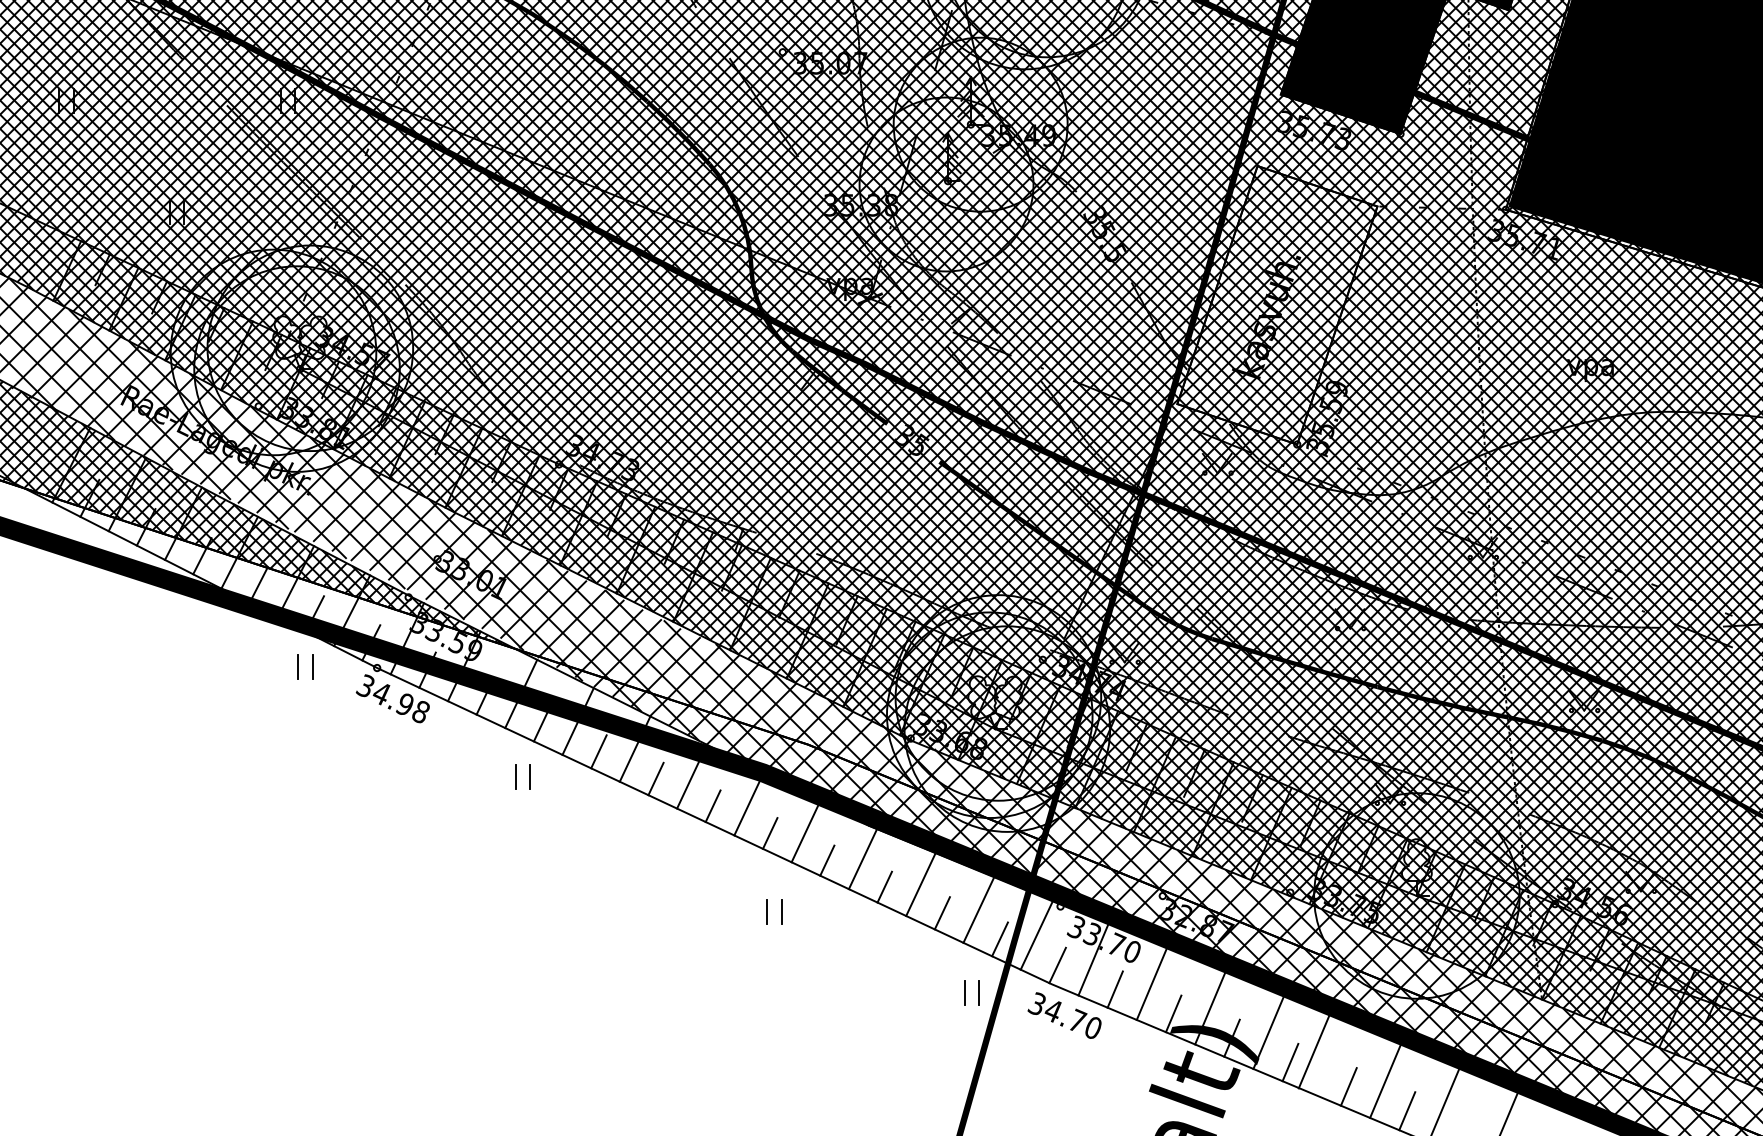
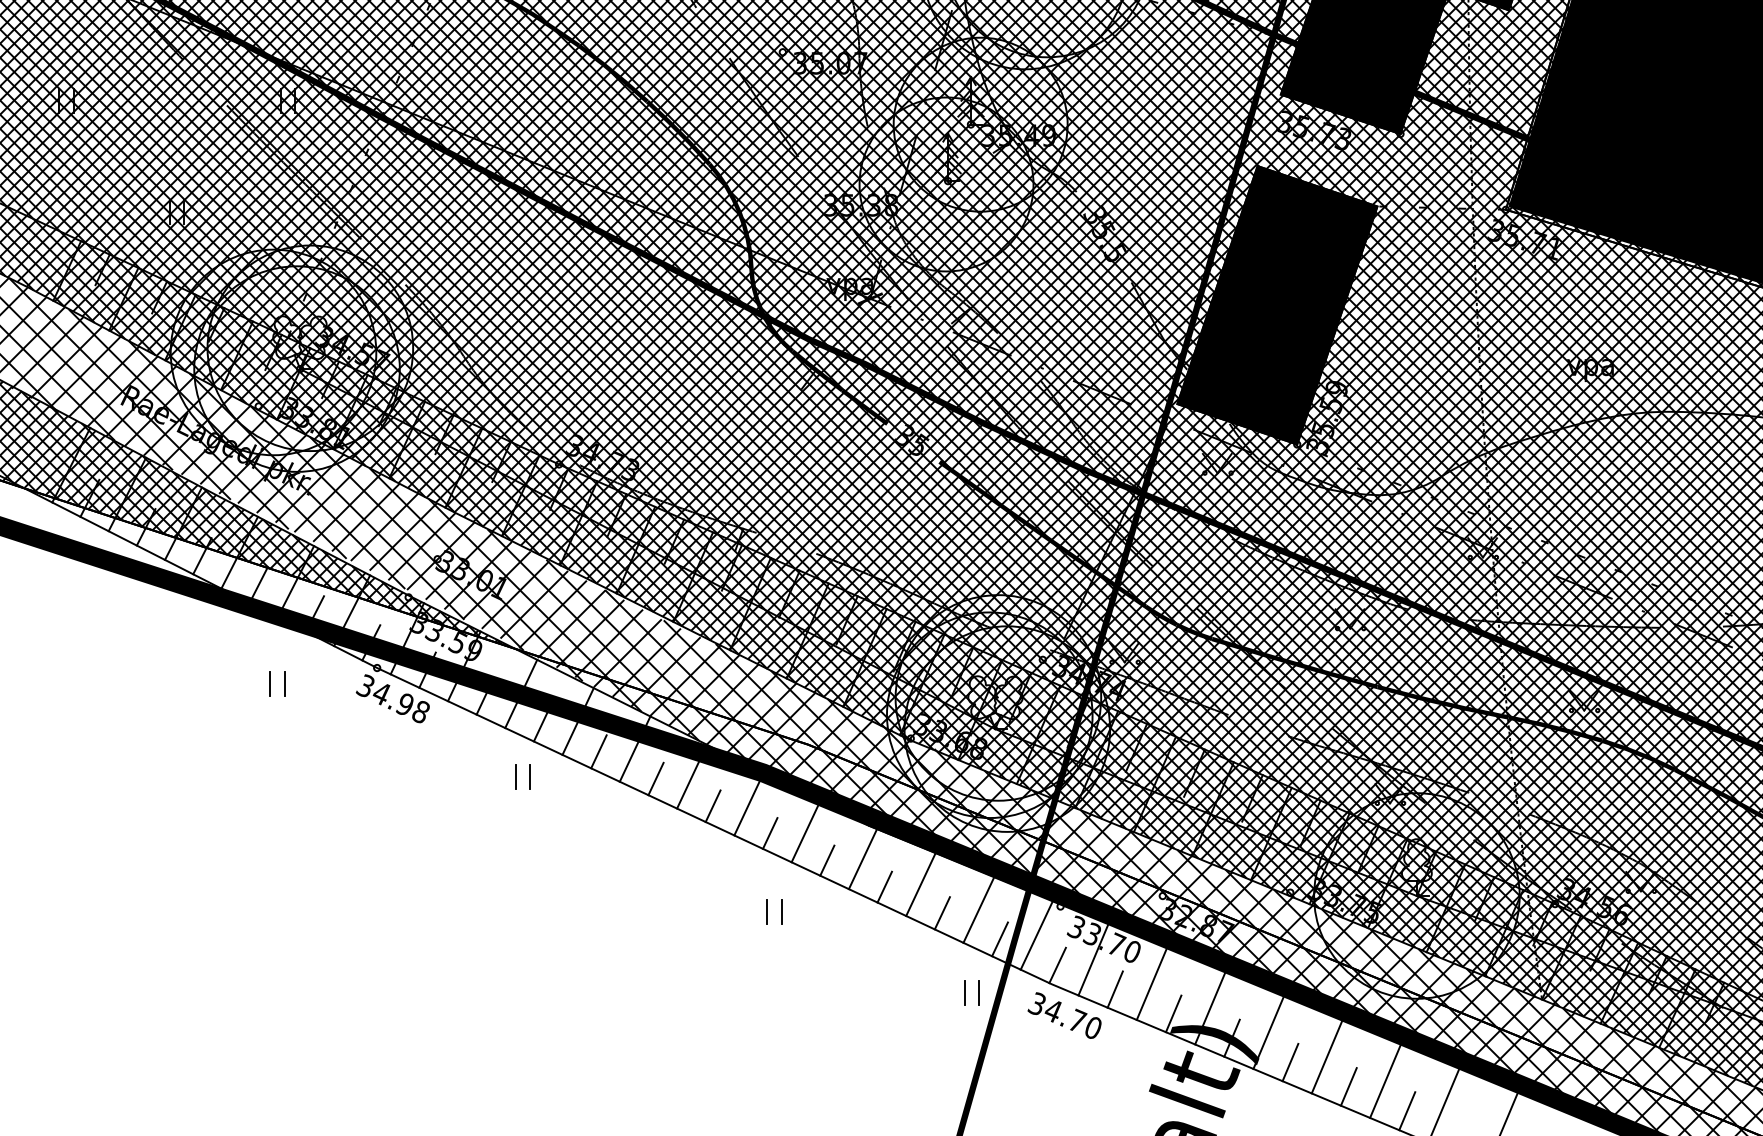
fill at (1277, 305): none -> present
part at (298, 666) position: (298, 666) -> (270, 683)
line at (1314, 1050) position: (1314, 1050) -> (1327, 1055)
